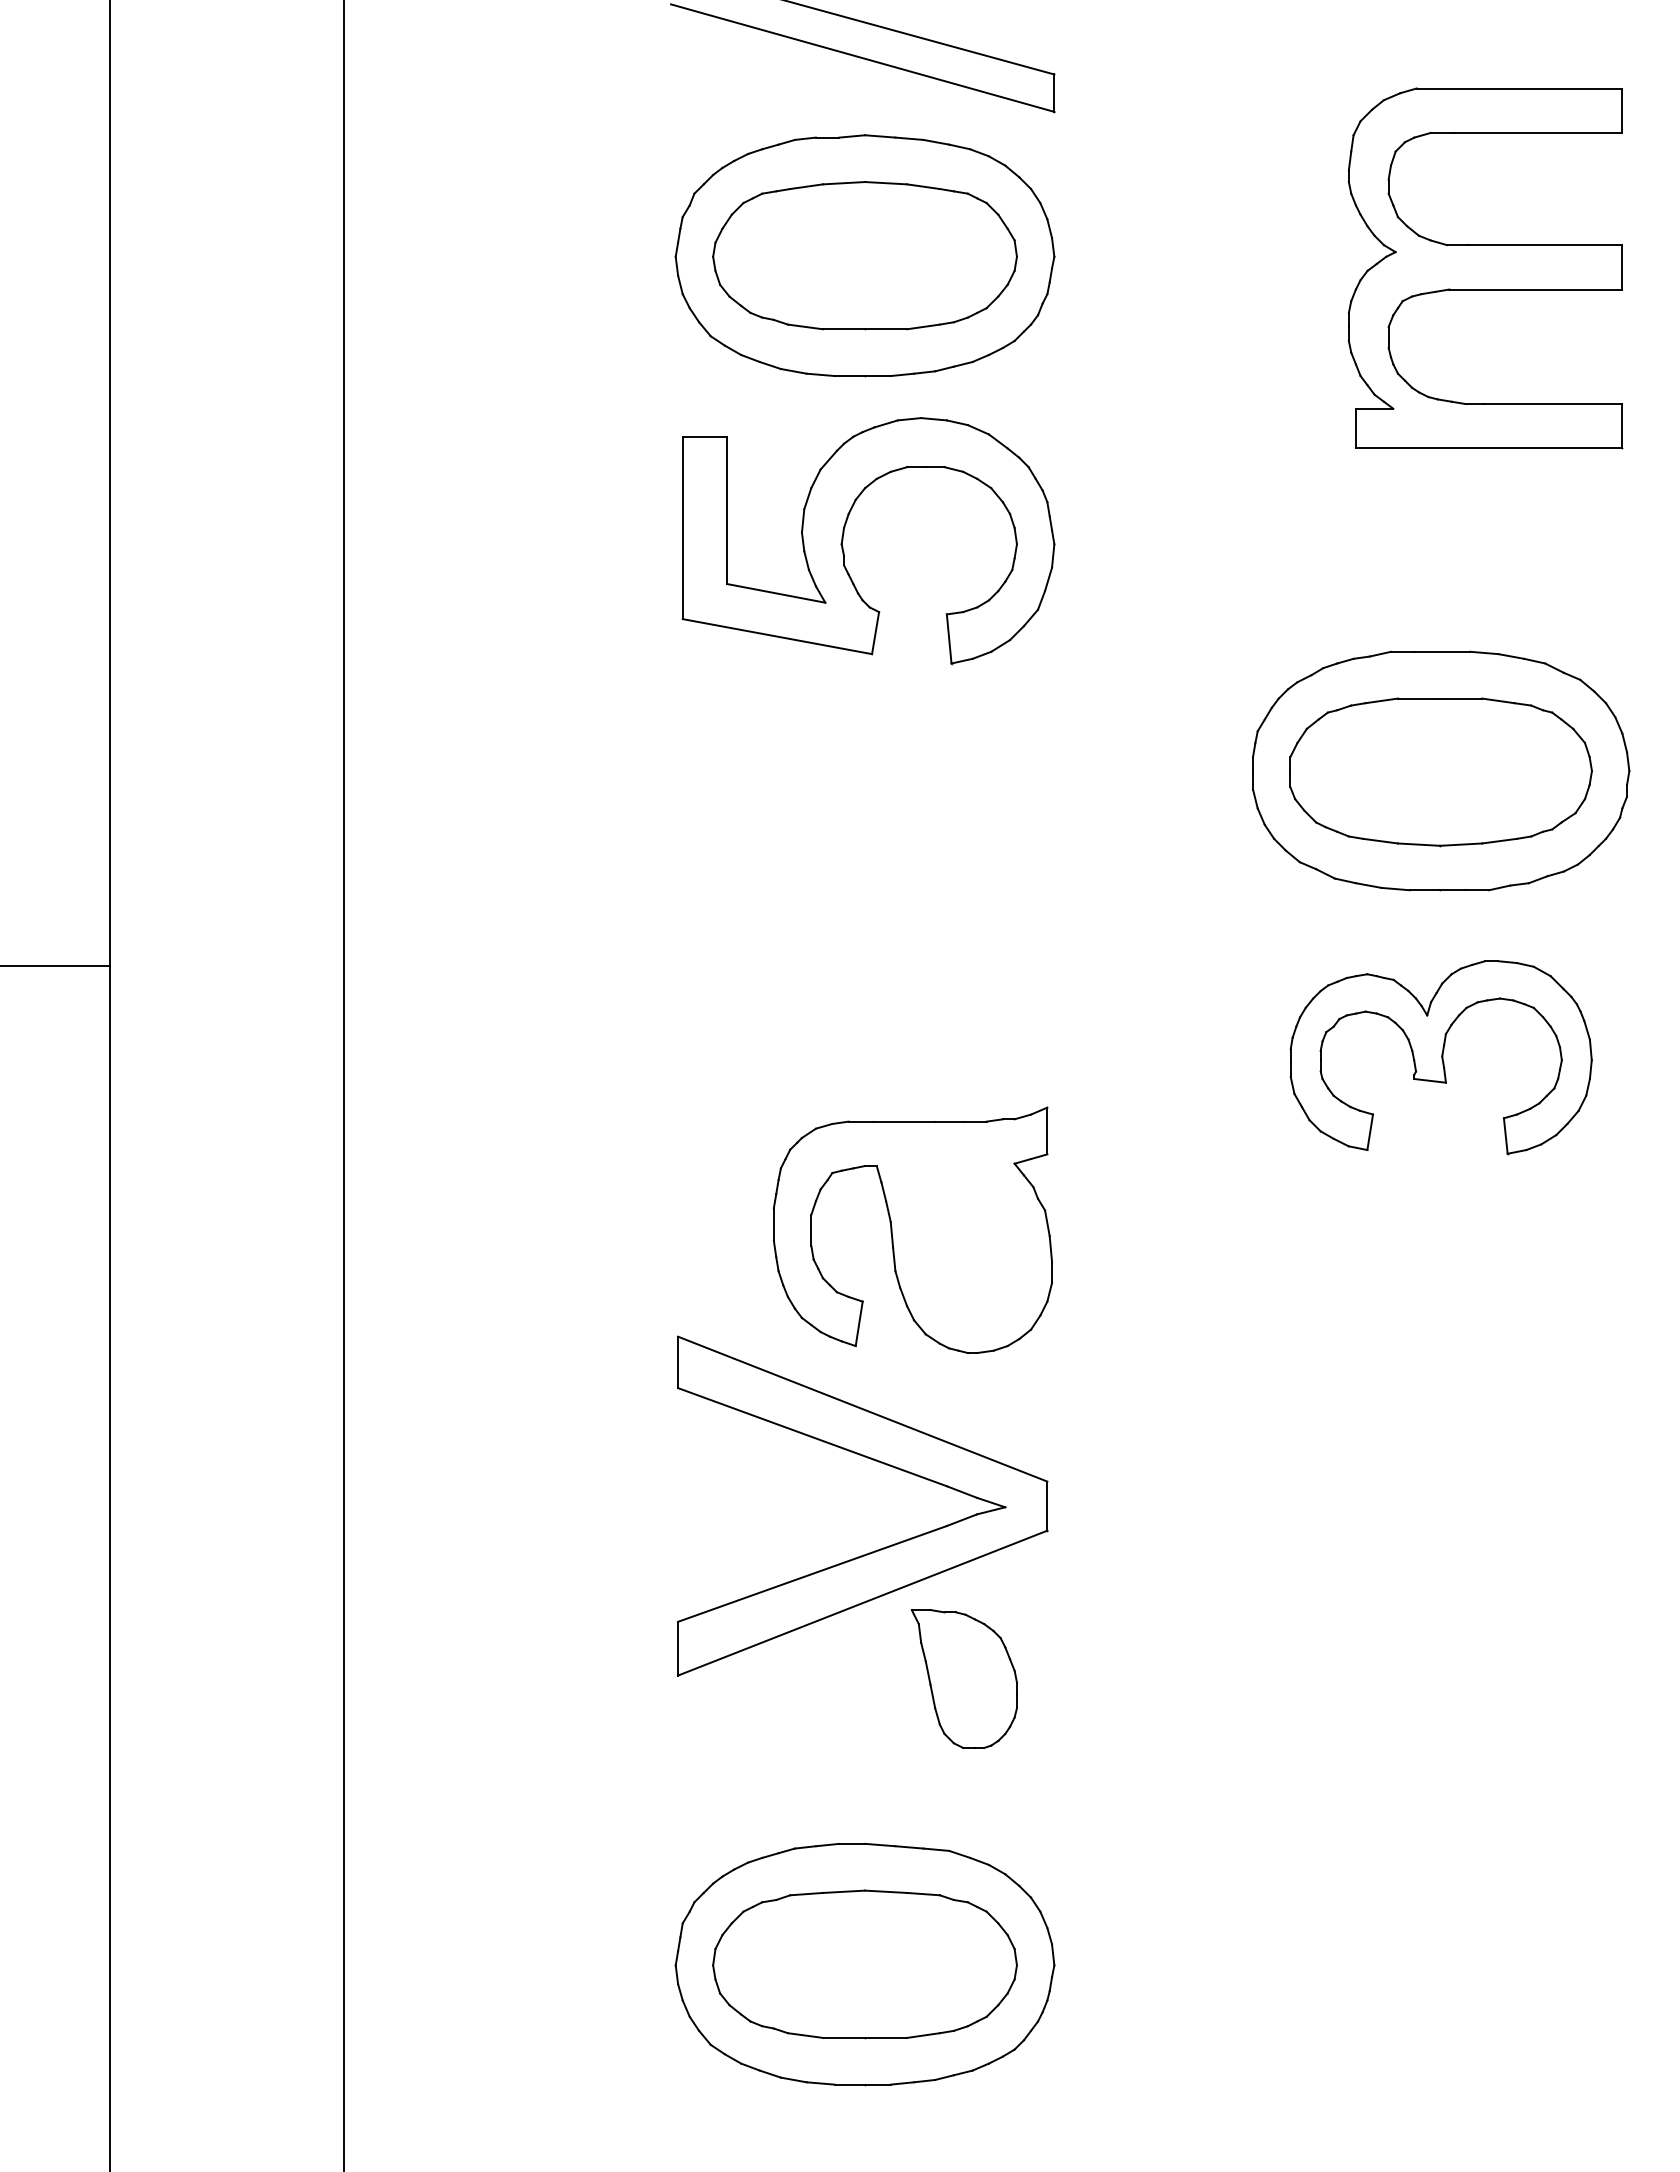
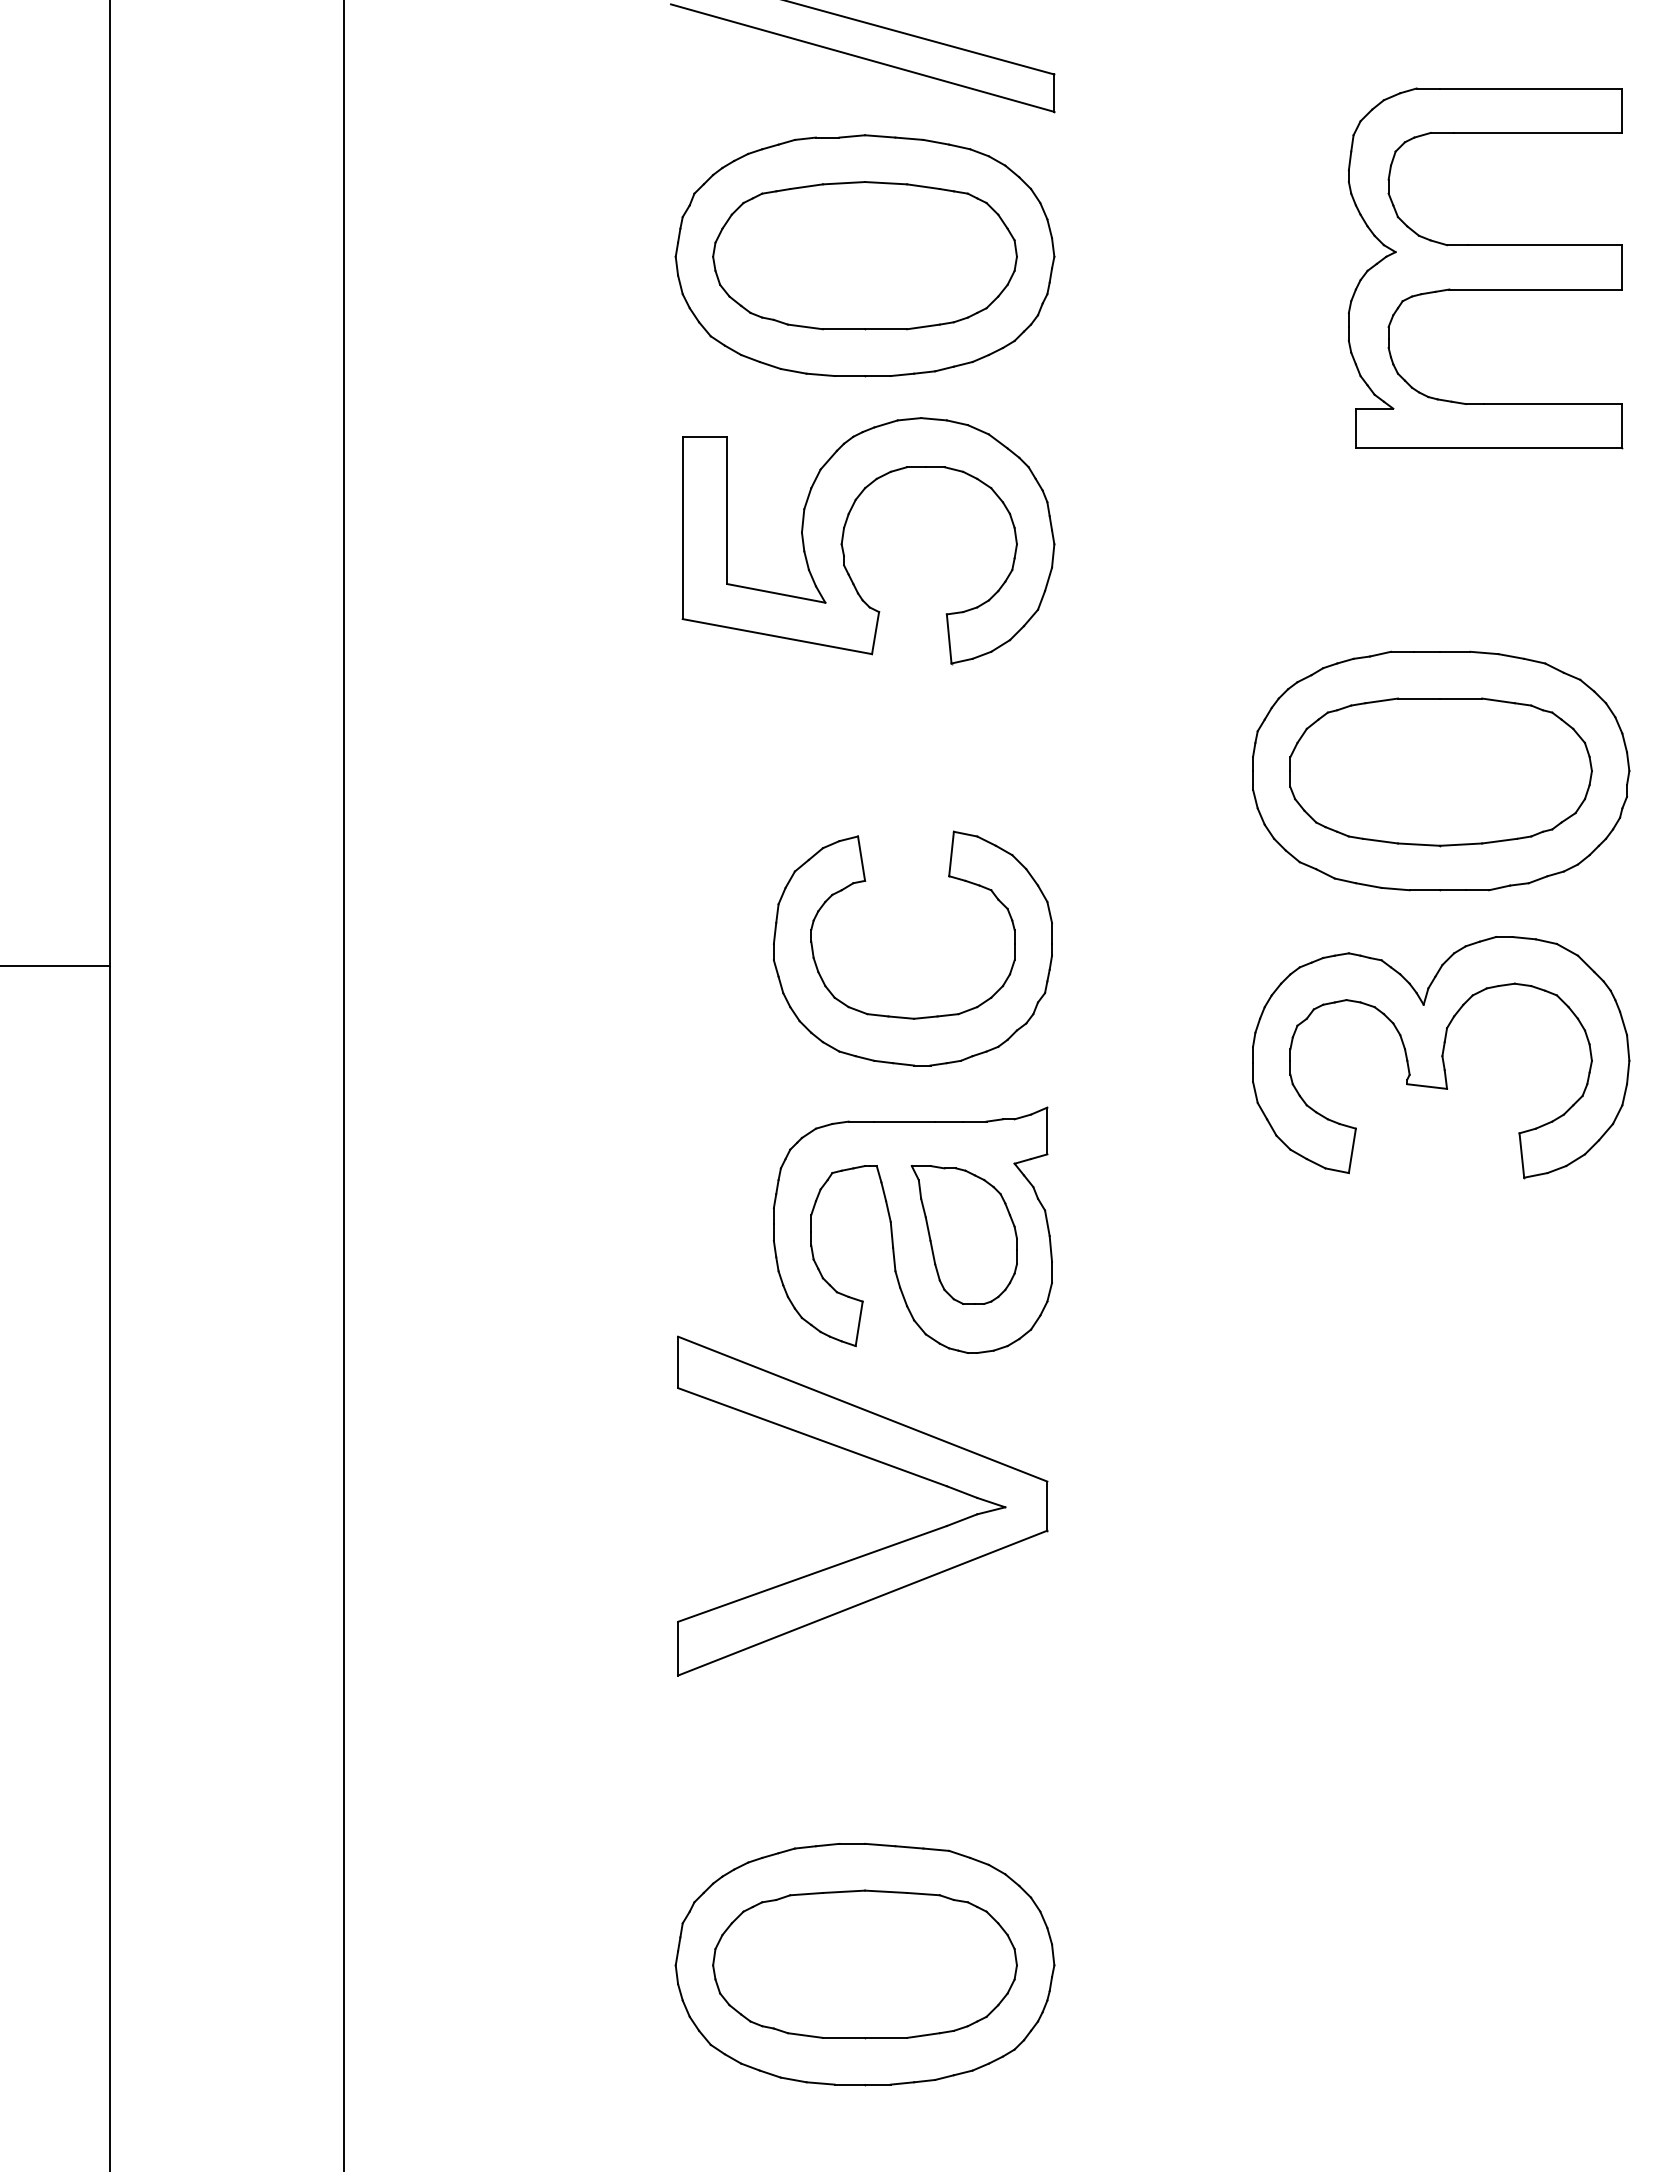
part at (903, 1016): none -> present
part at (1440, 1057) size: 304x196 px -> 379x244 px
part at (963, 1678) position: (963, 1678) -> (963, 1234)
